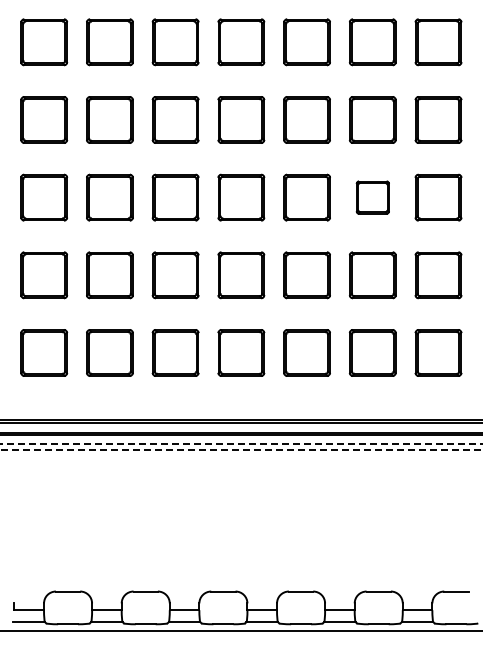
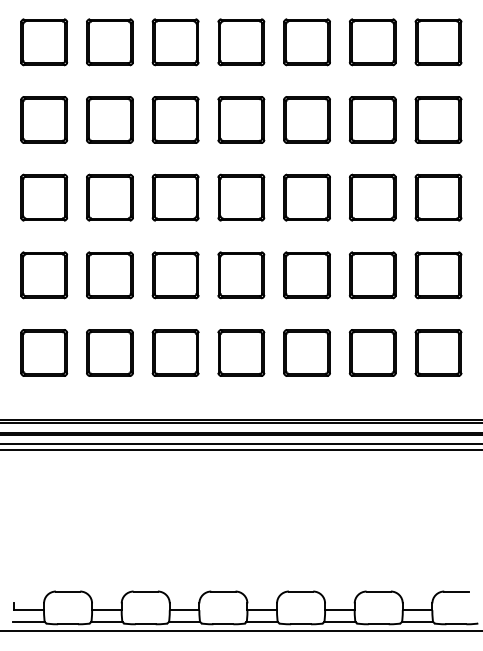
part at (372, 197) size: 35x35 px -> 48x49 px
line at (241, 444): dashed -> solid
line at (241, 450): dashed -> solid
